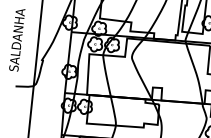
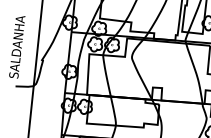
text at (17, 40) position: (17, 40) -> (17, 47)
